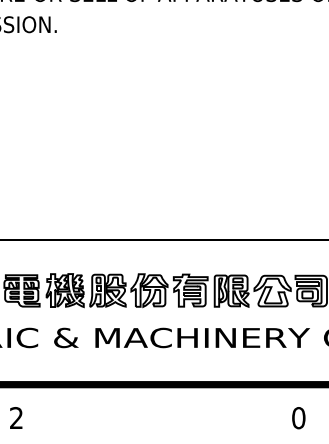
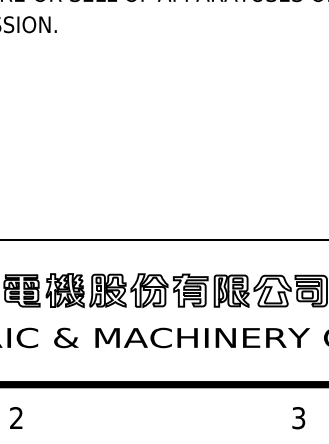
text at (298, 418): 0 -> 3
